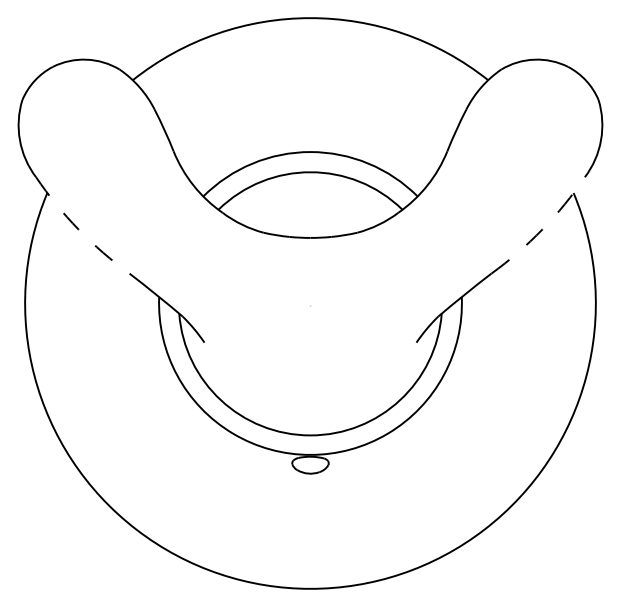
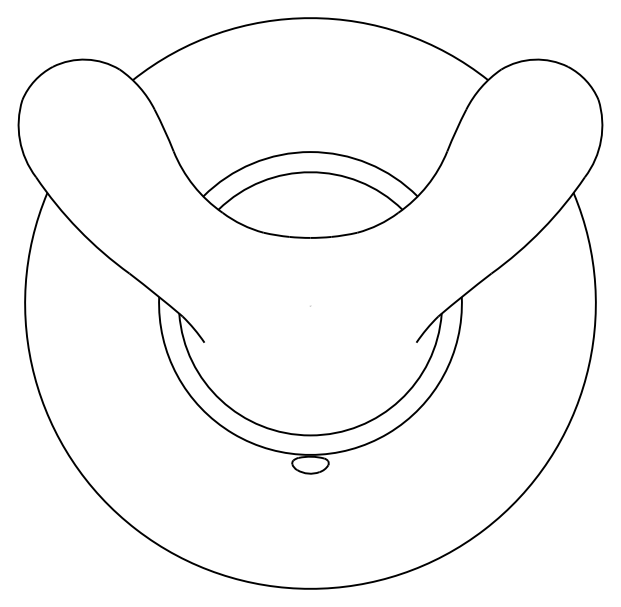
arc at (78, 229): dashed -> solid
arc at (542, 229): dashed -> solid
